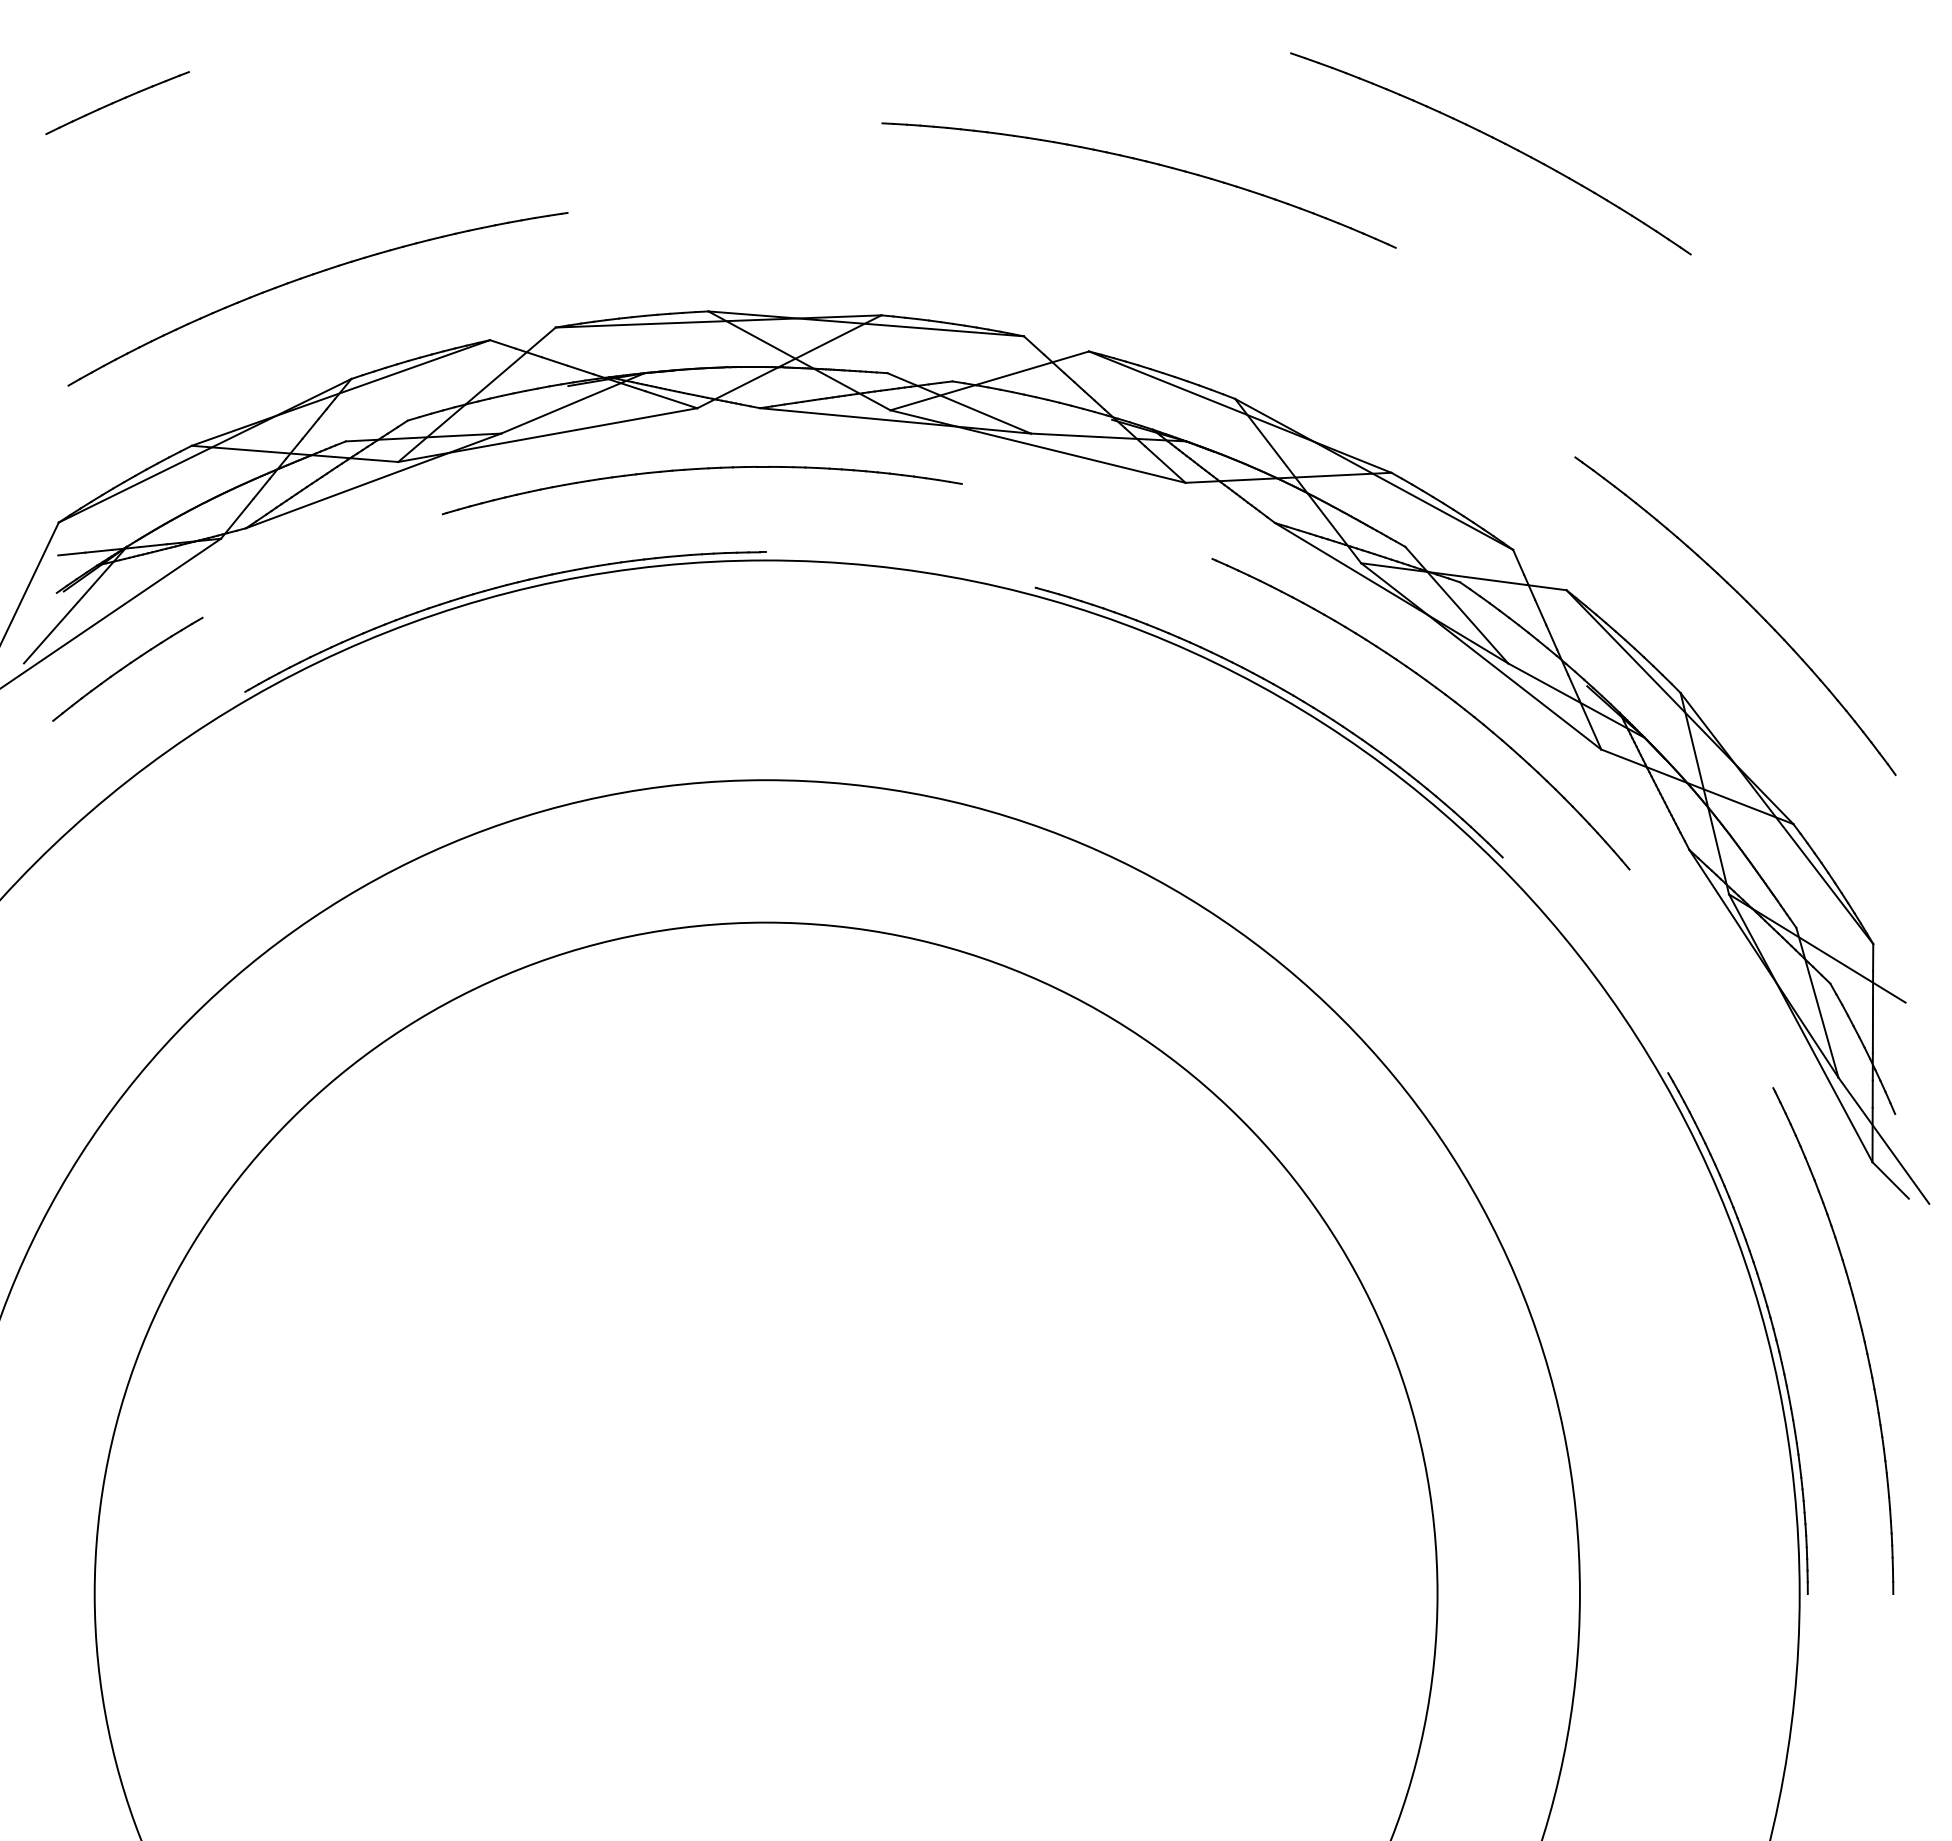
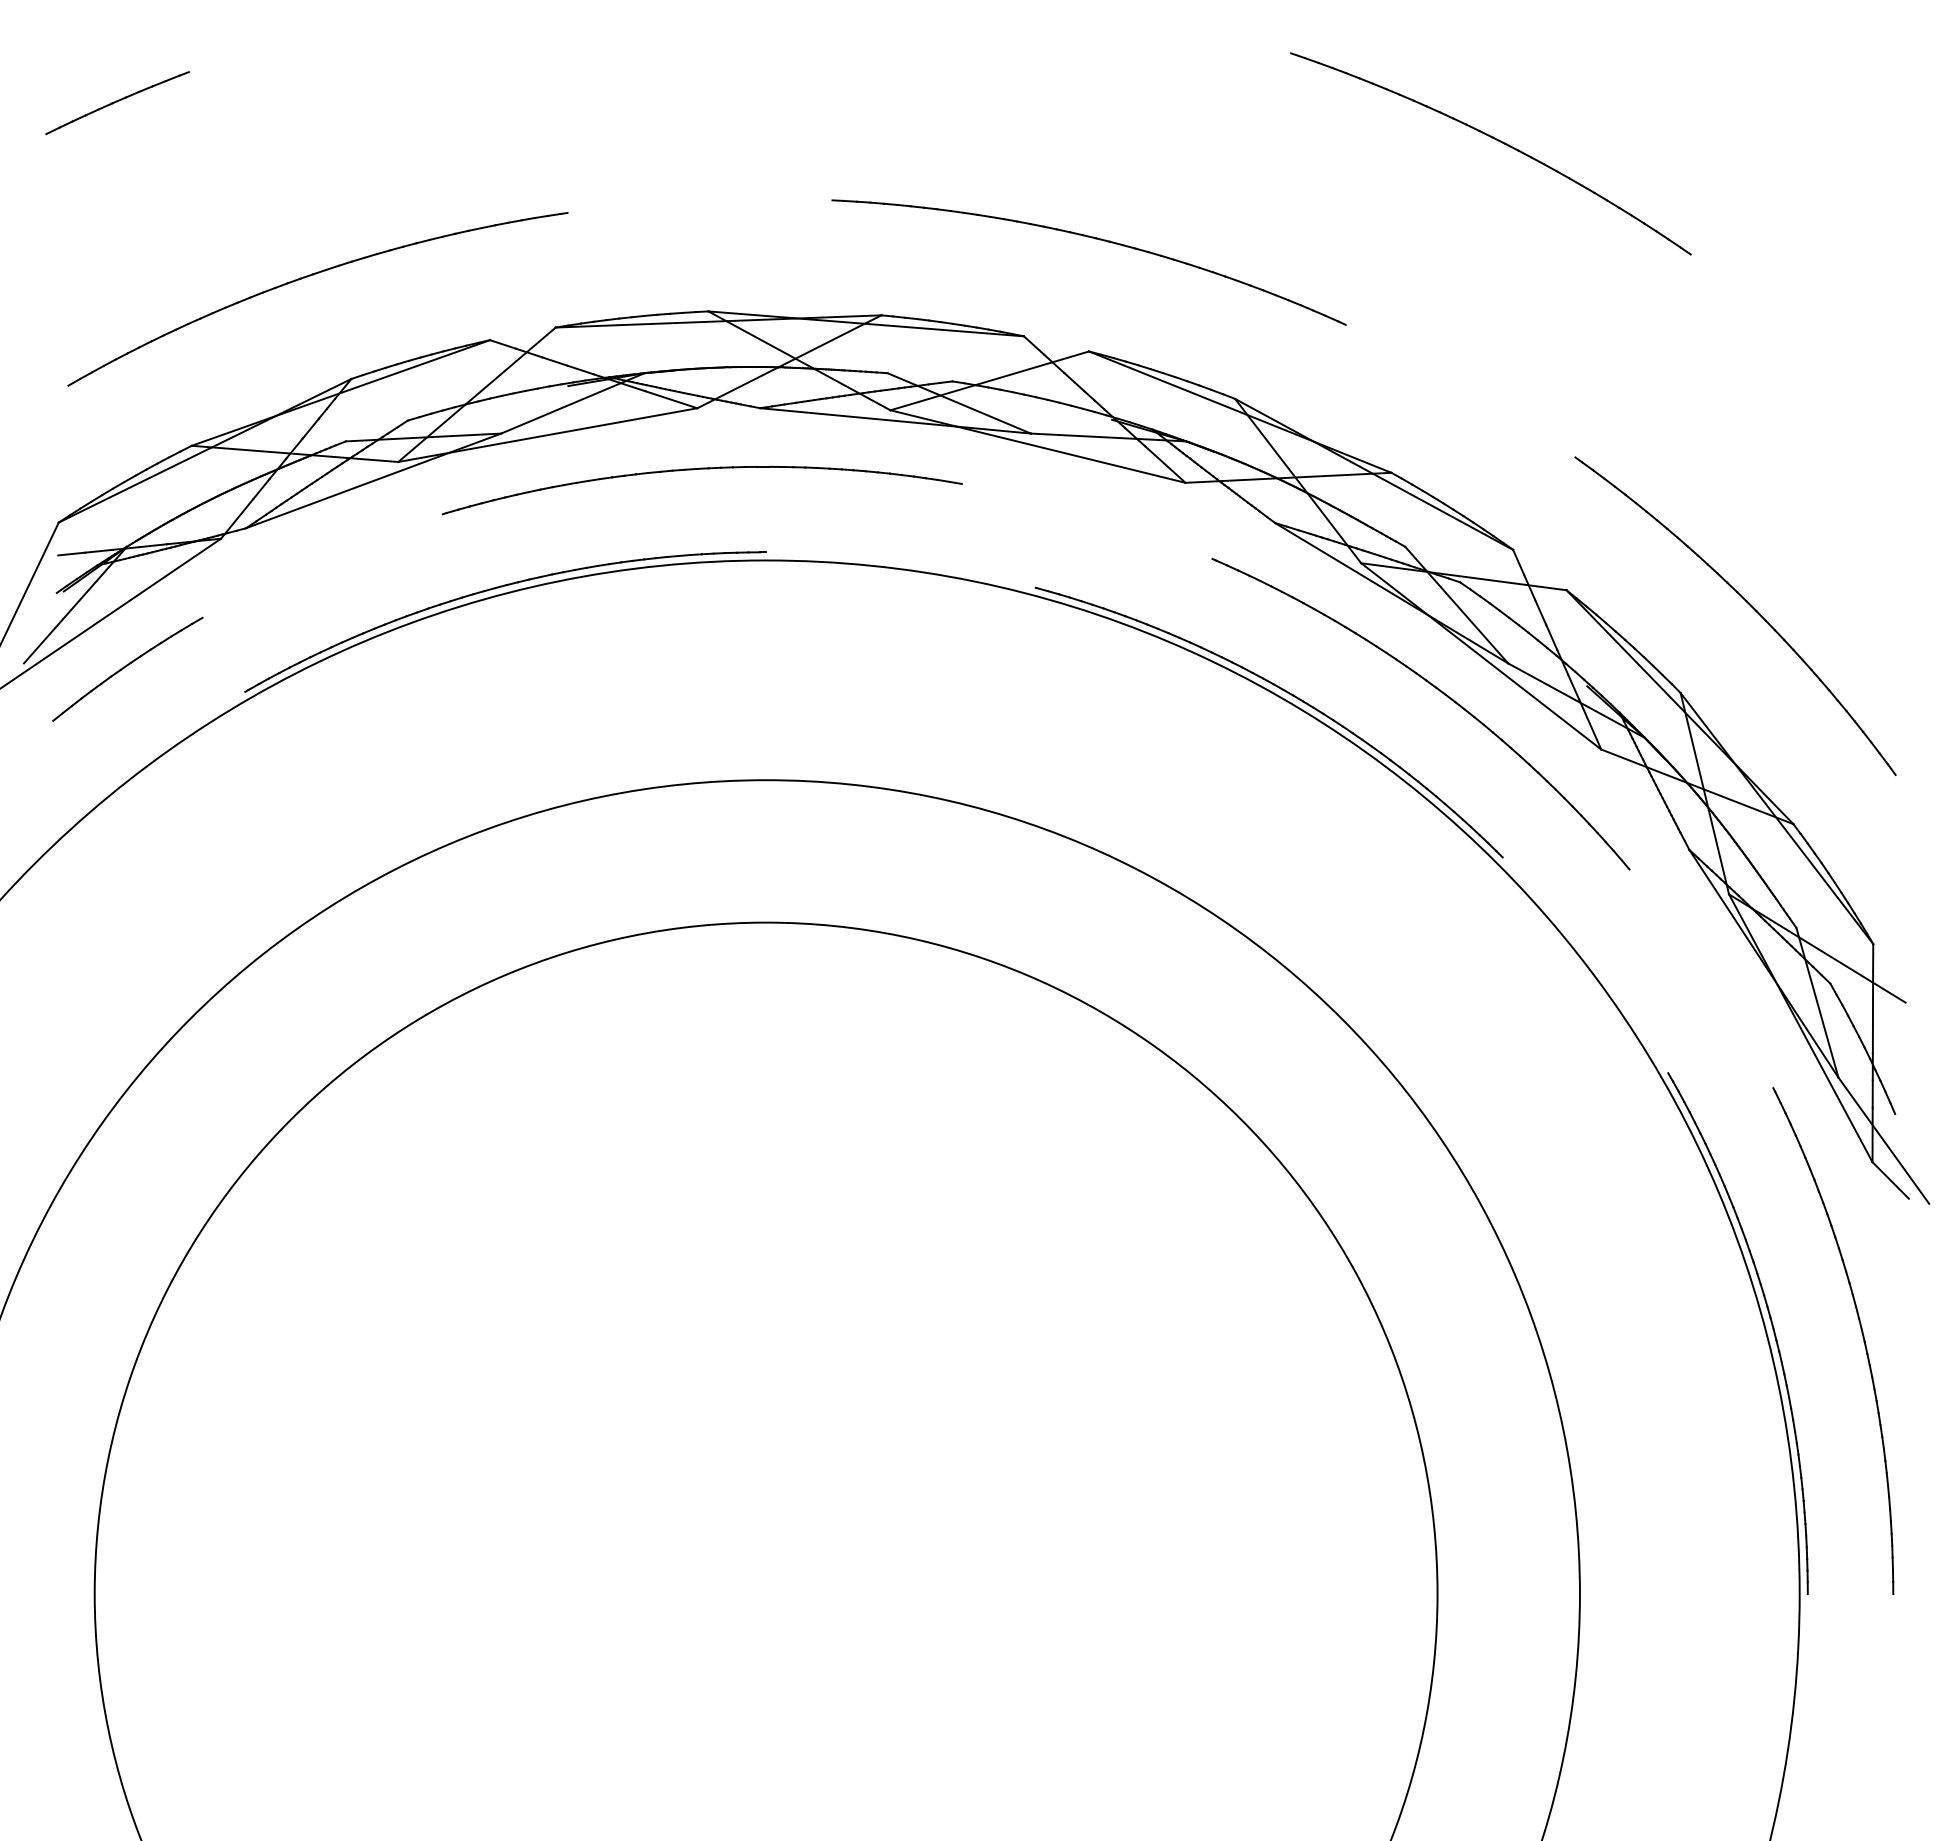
part at (1145, 162) position: (1145, 162) -> (1095, 239)
